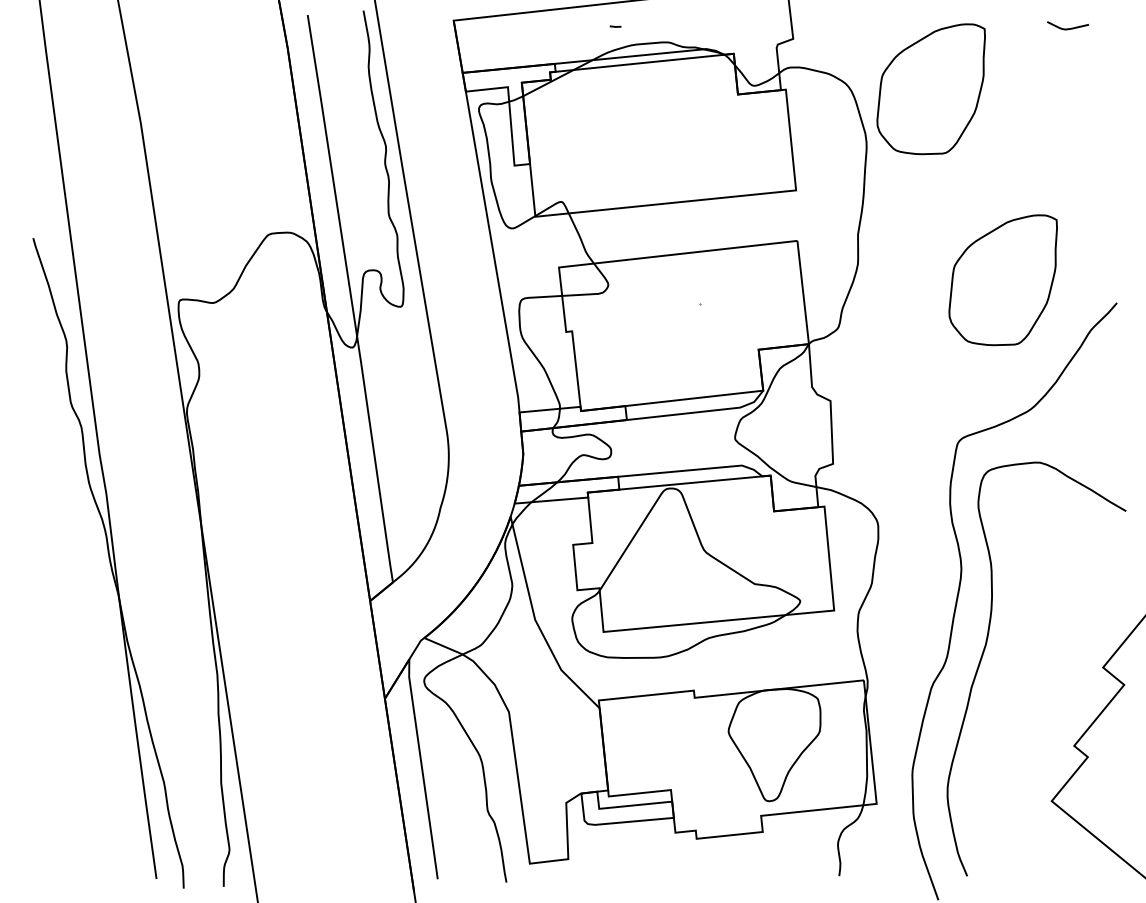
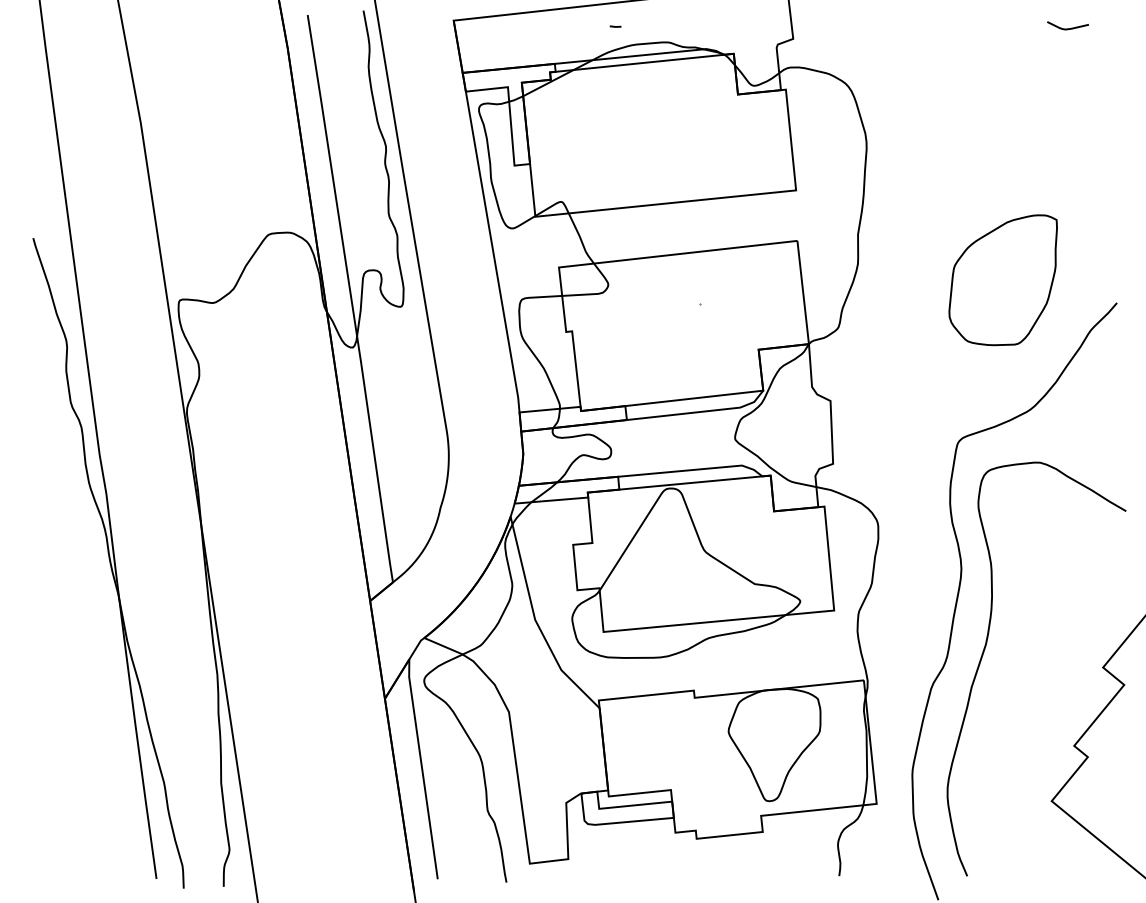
part at (930, 89): present -> none
